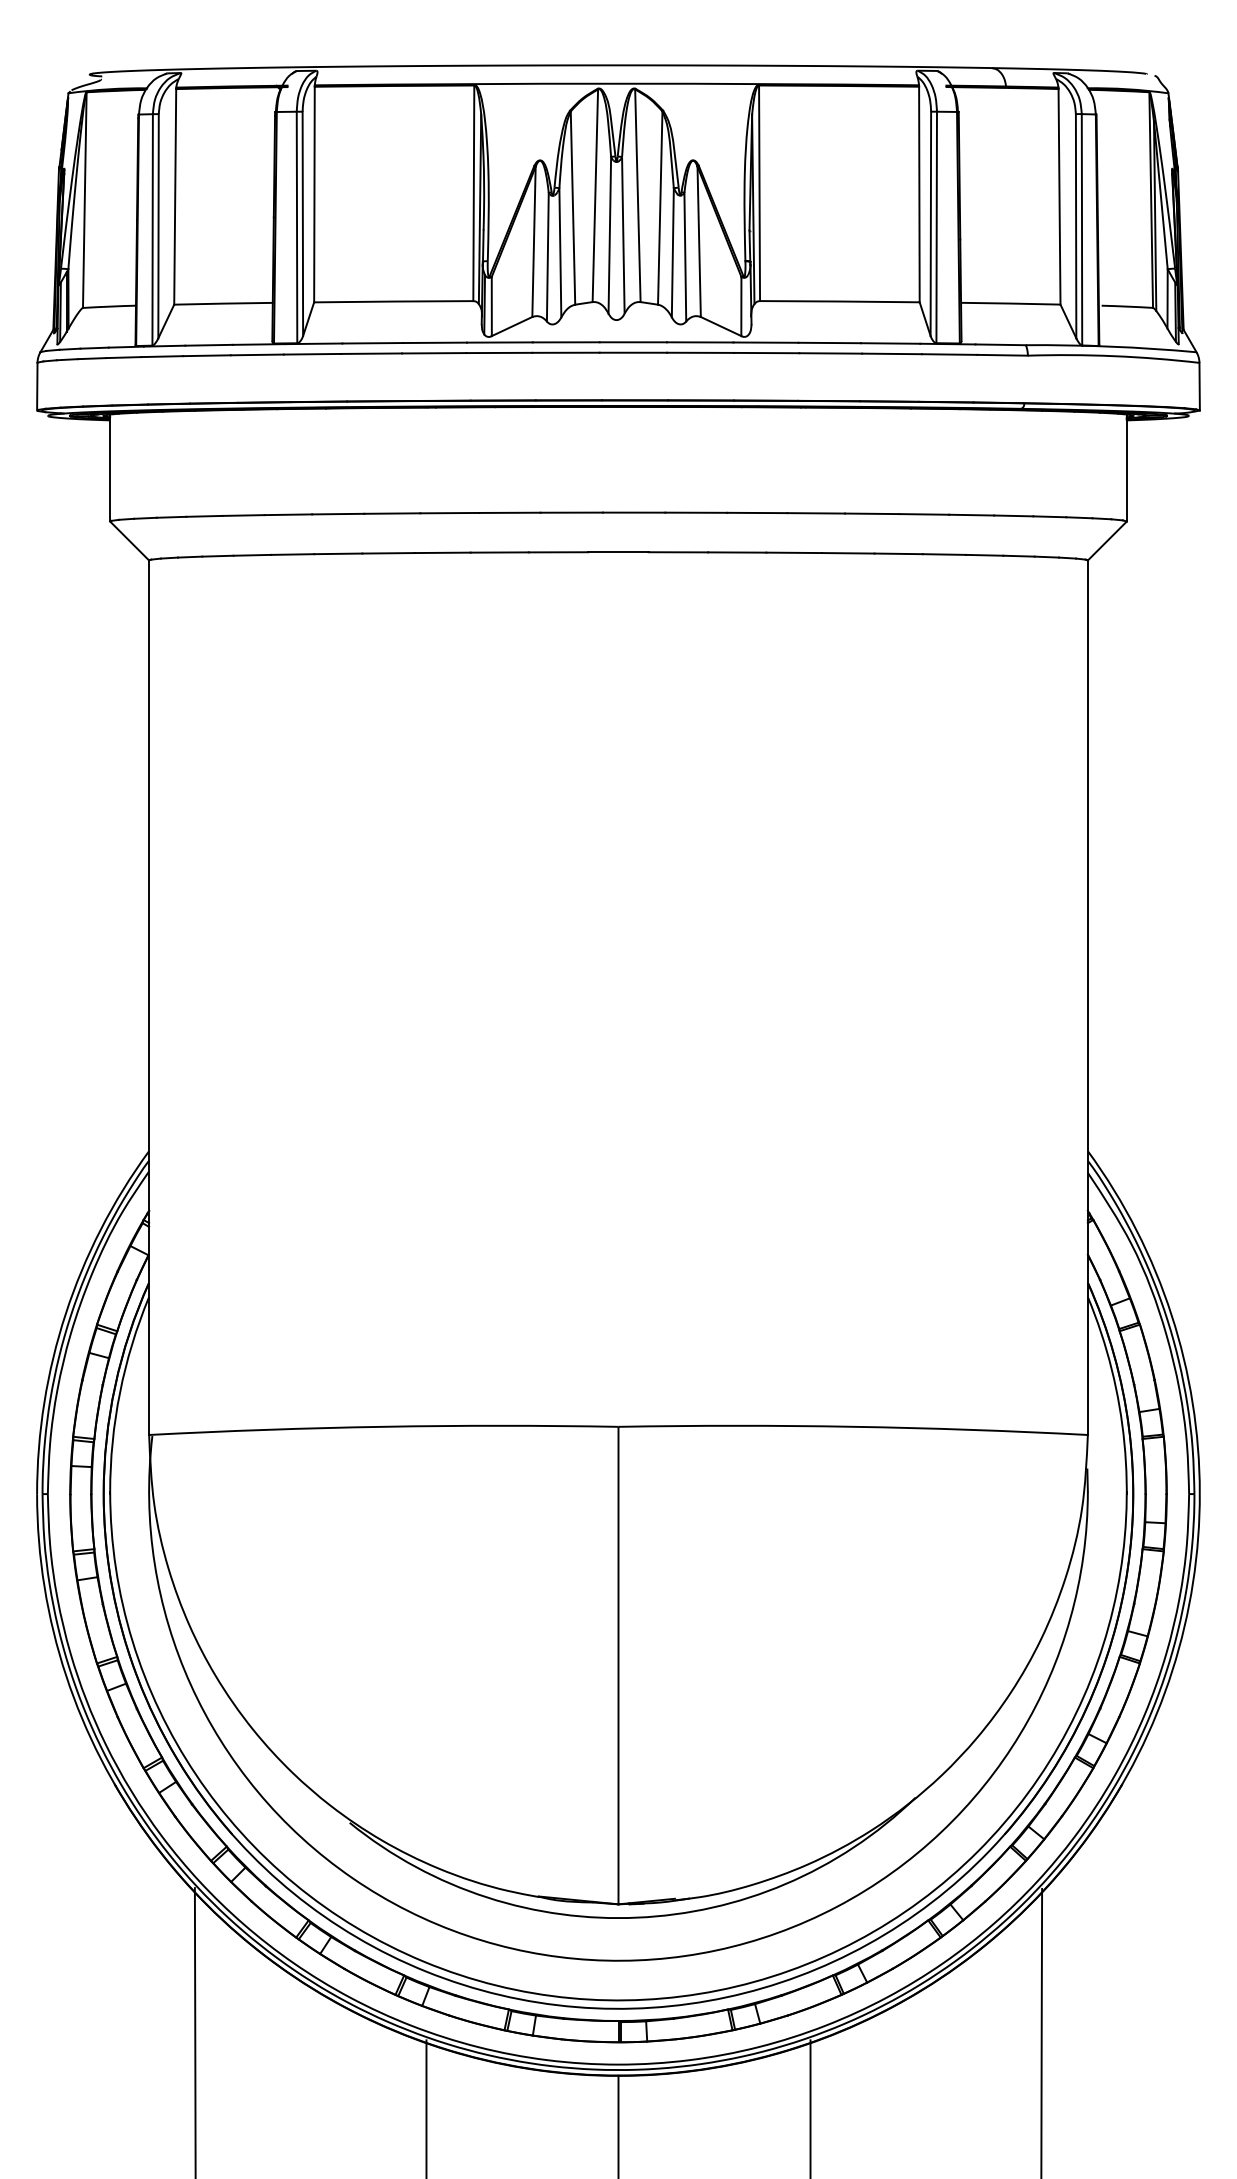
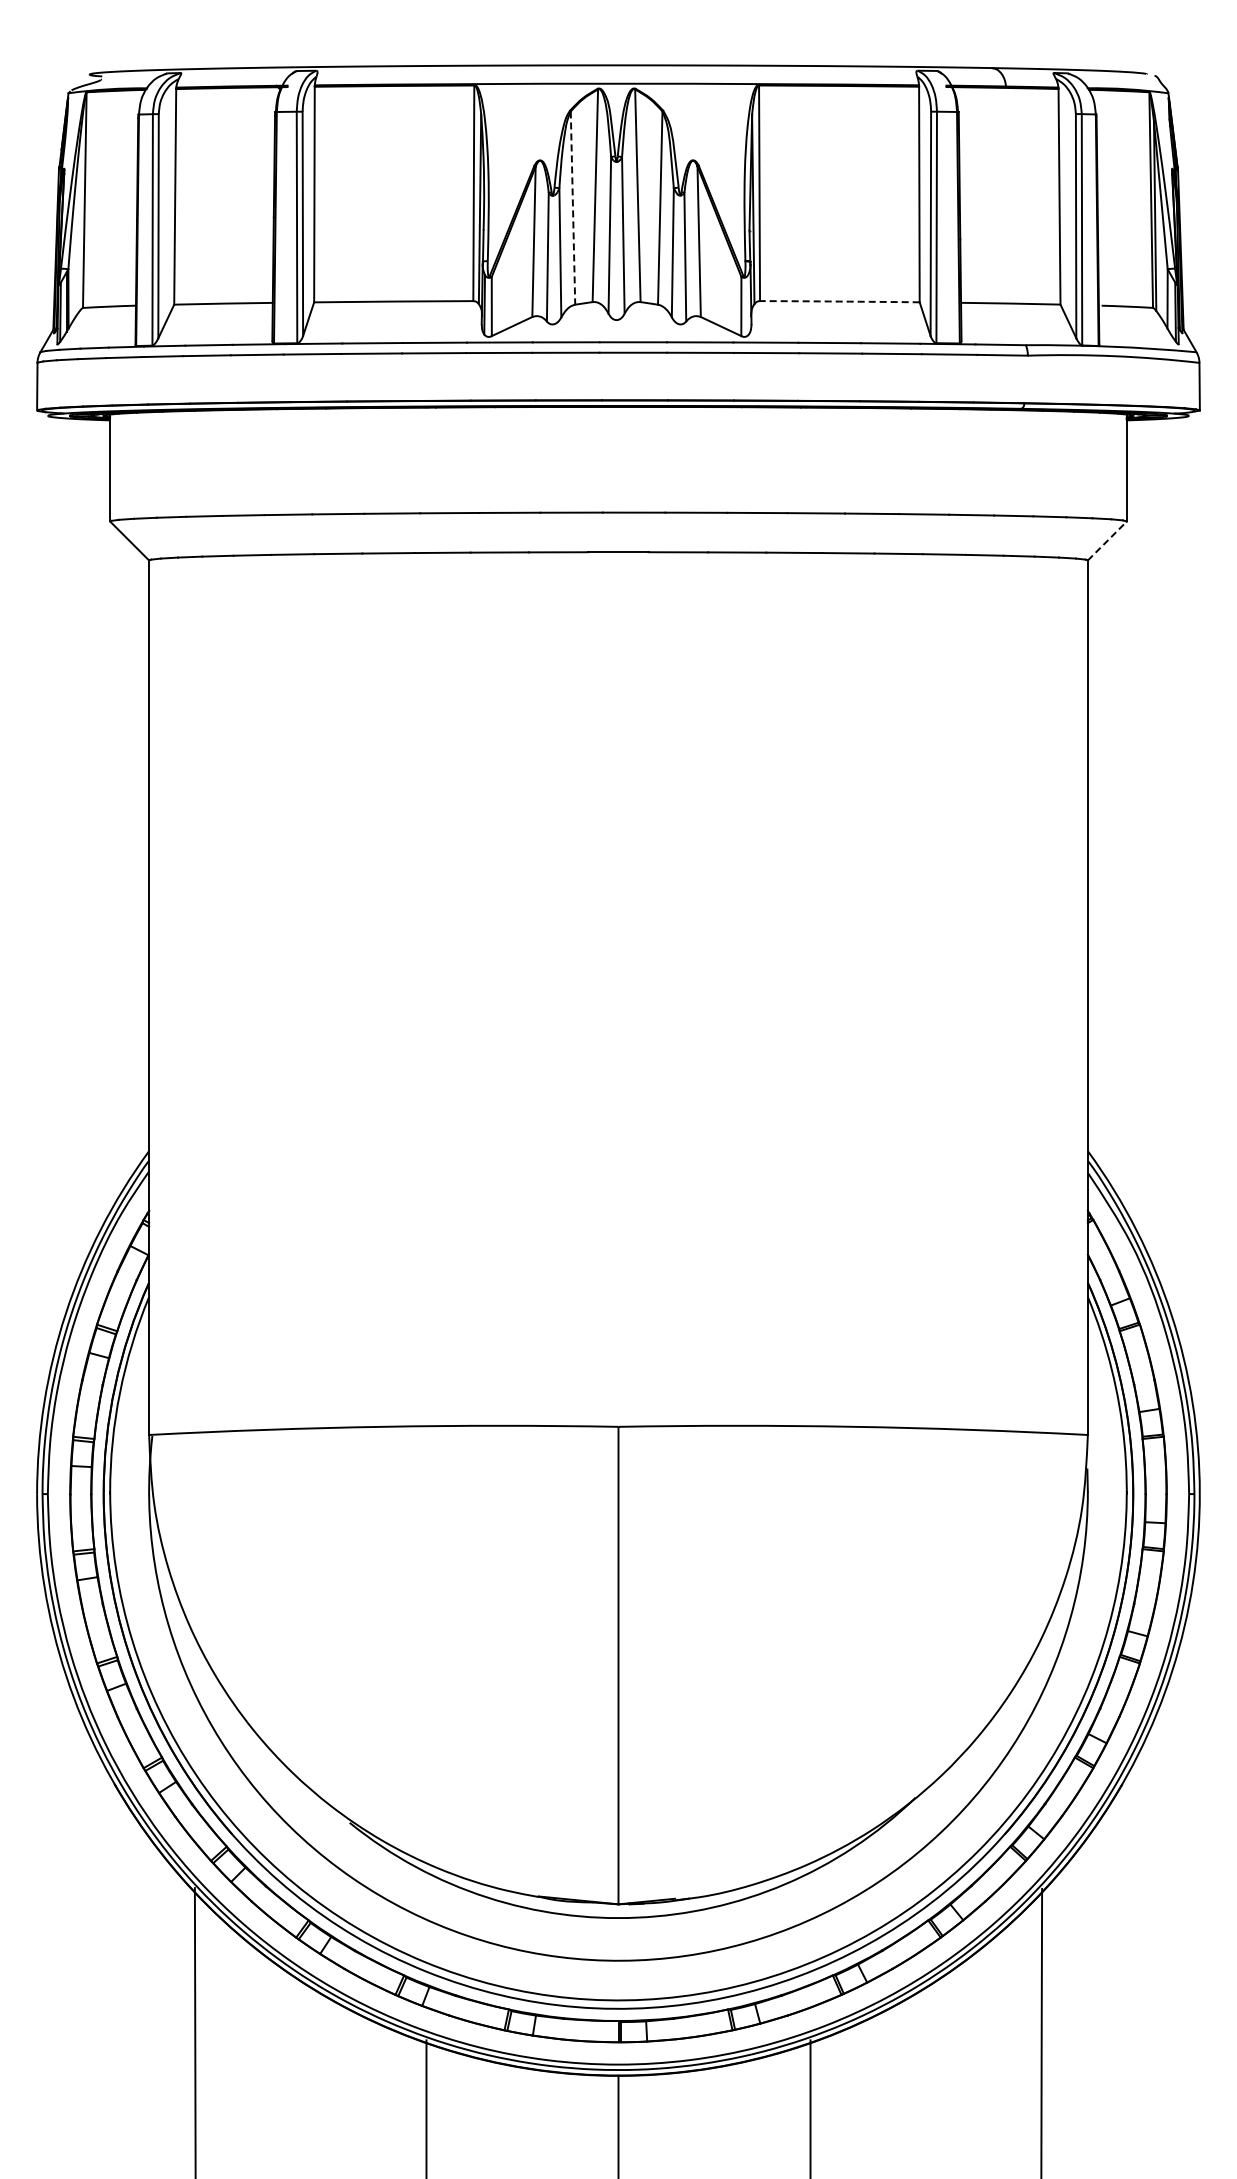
line at (573, 208): solid -> dashed
arc at (839, 301): solid -> dashed
line at (1107, 540): solid -> dashed
